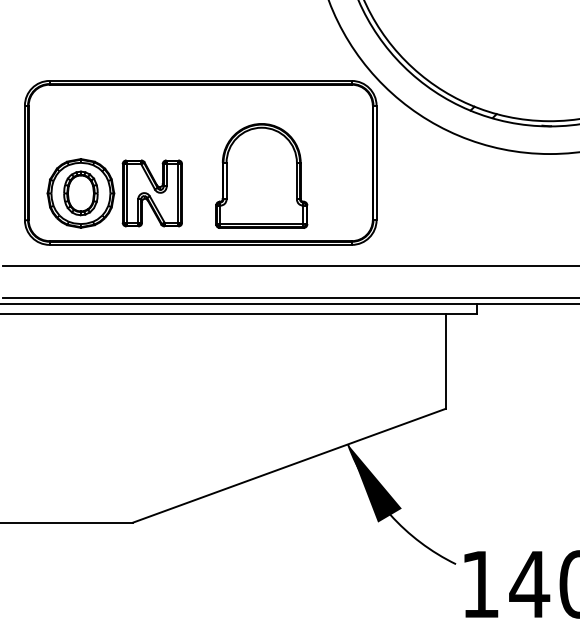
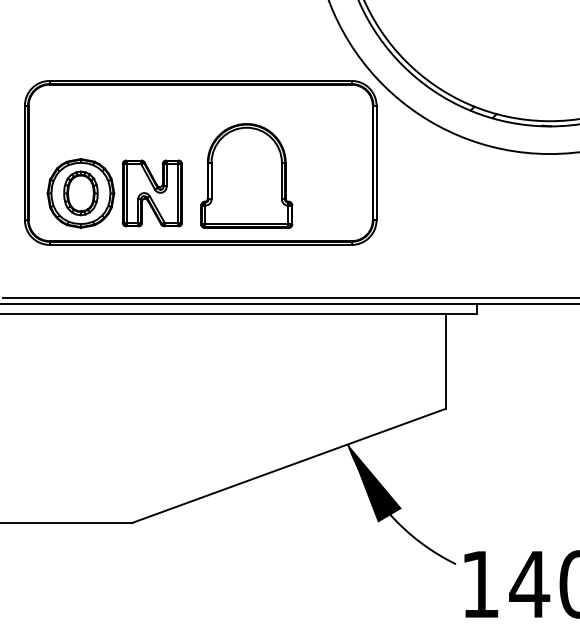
part at (261, 175) position: (261, 175) -> (246, 175)
line at (289, 266): present -> none
